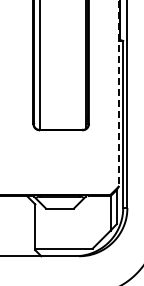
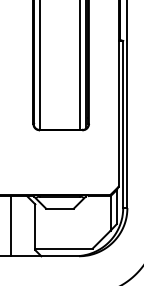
line at (79, 65): none -> present
line at (118, 93): dashed -> solid
line at (11, 225): none -> present
